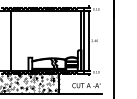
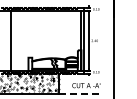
line at (80, 93): solid -> dashed
